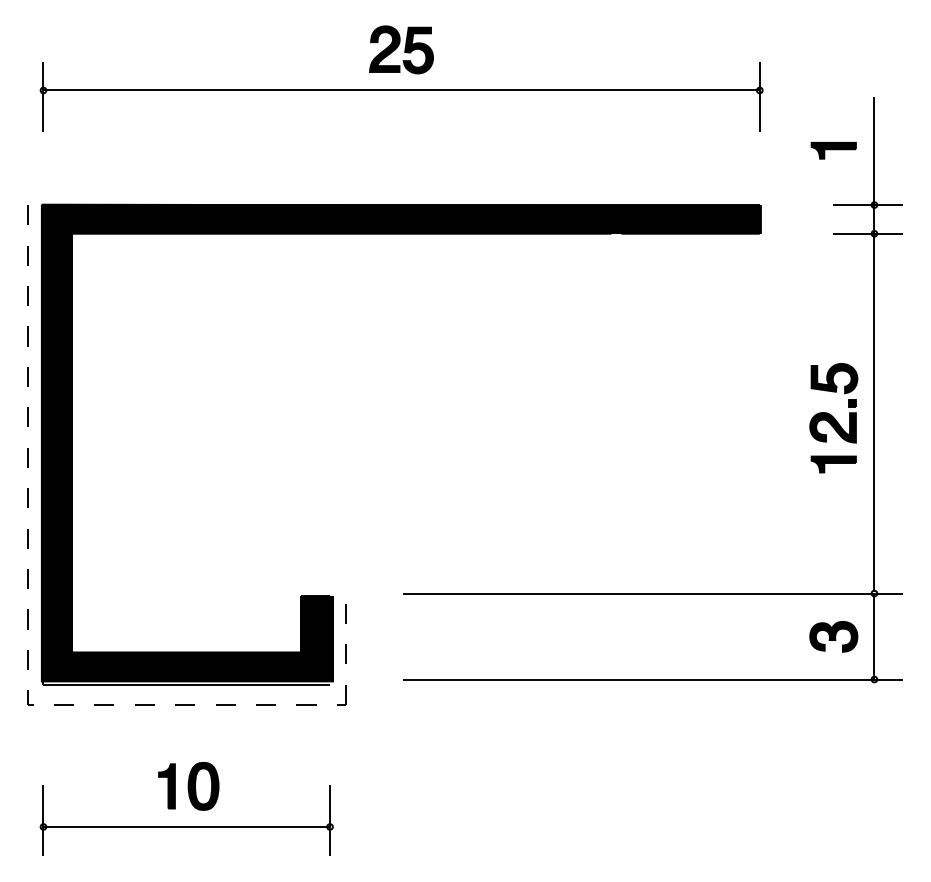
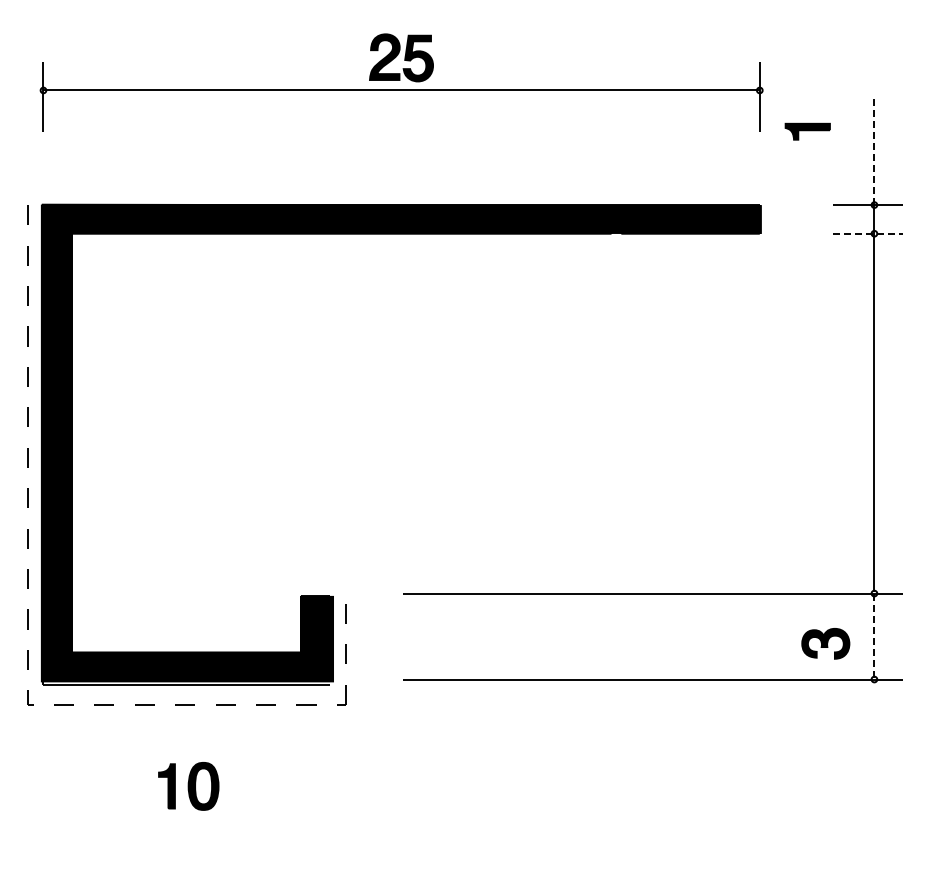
part at (401, 49) position: (401, 49) -> (401, 57)
part at (833, 150) position: (833, 150) -> (807, 131)
line at (874, 150): solid -> dashed
line at (868, 233): solid -> dashed
part at (833, 418): present -> none
part at (833, 636) position: (833, 636) -> (825, 643)
line at (874, 636): solid -> dashed
part at (186, 820): present -> none
